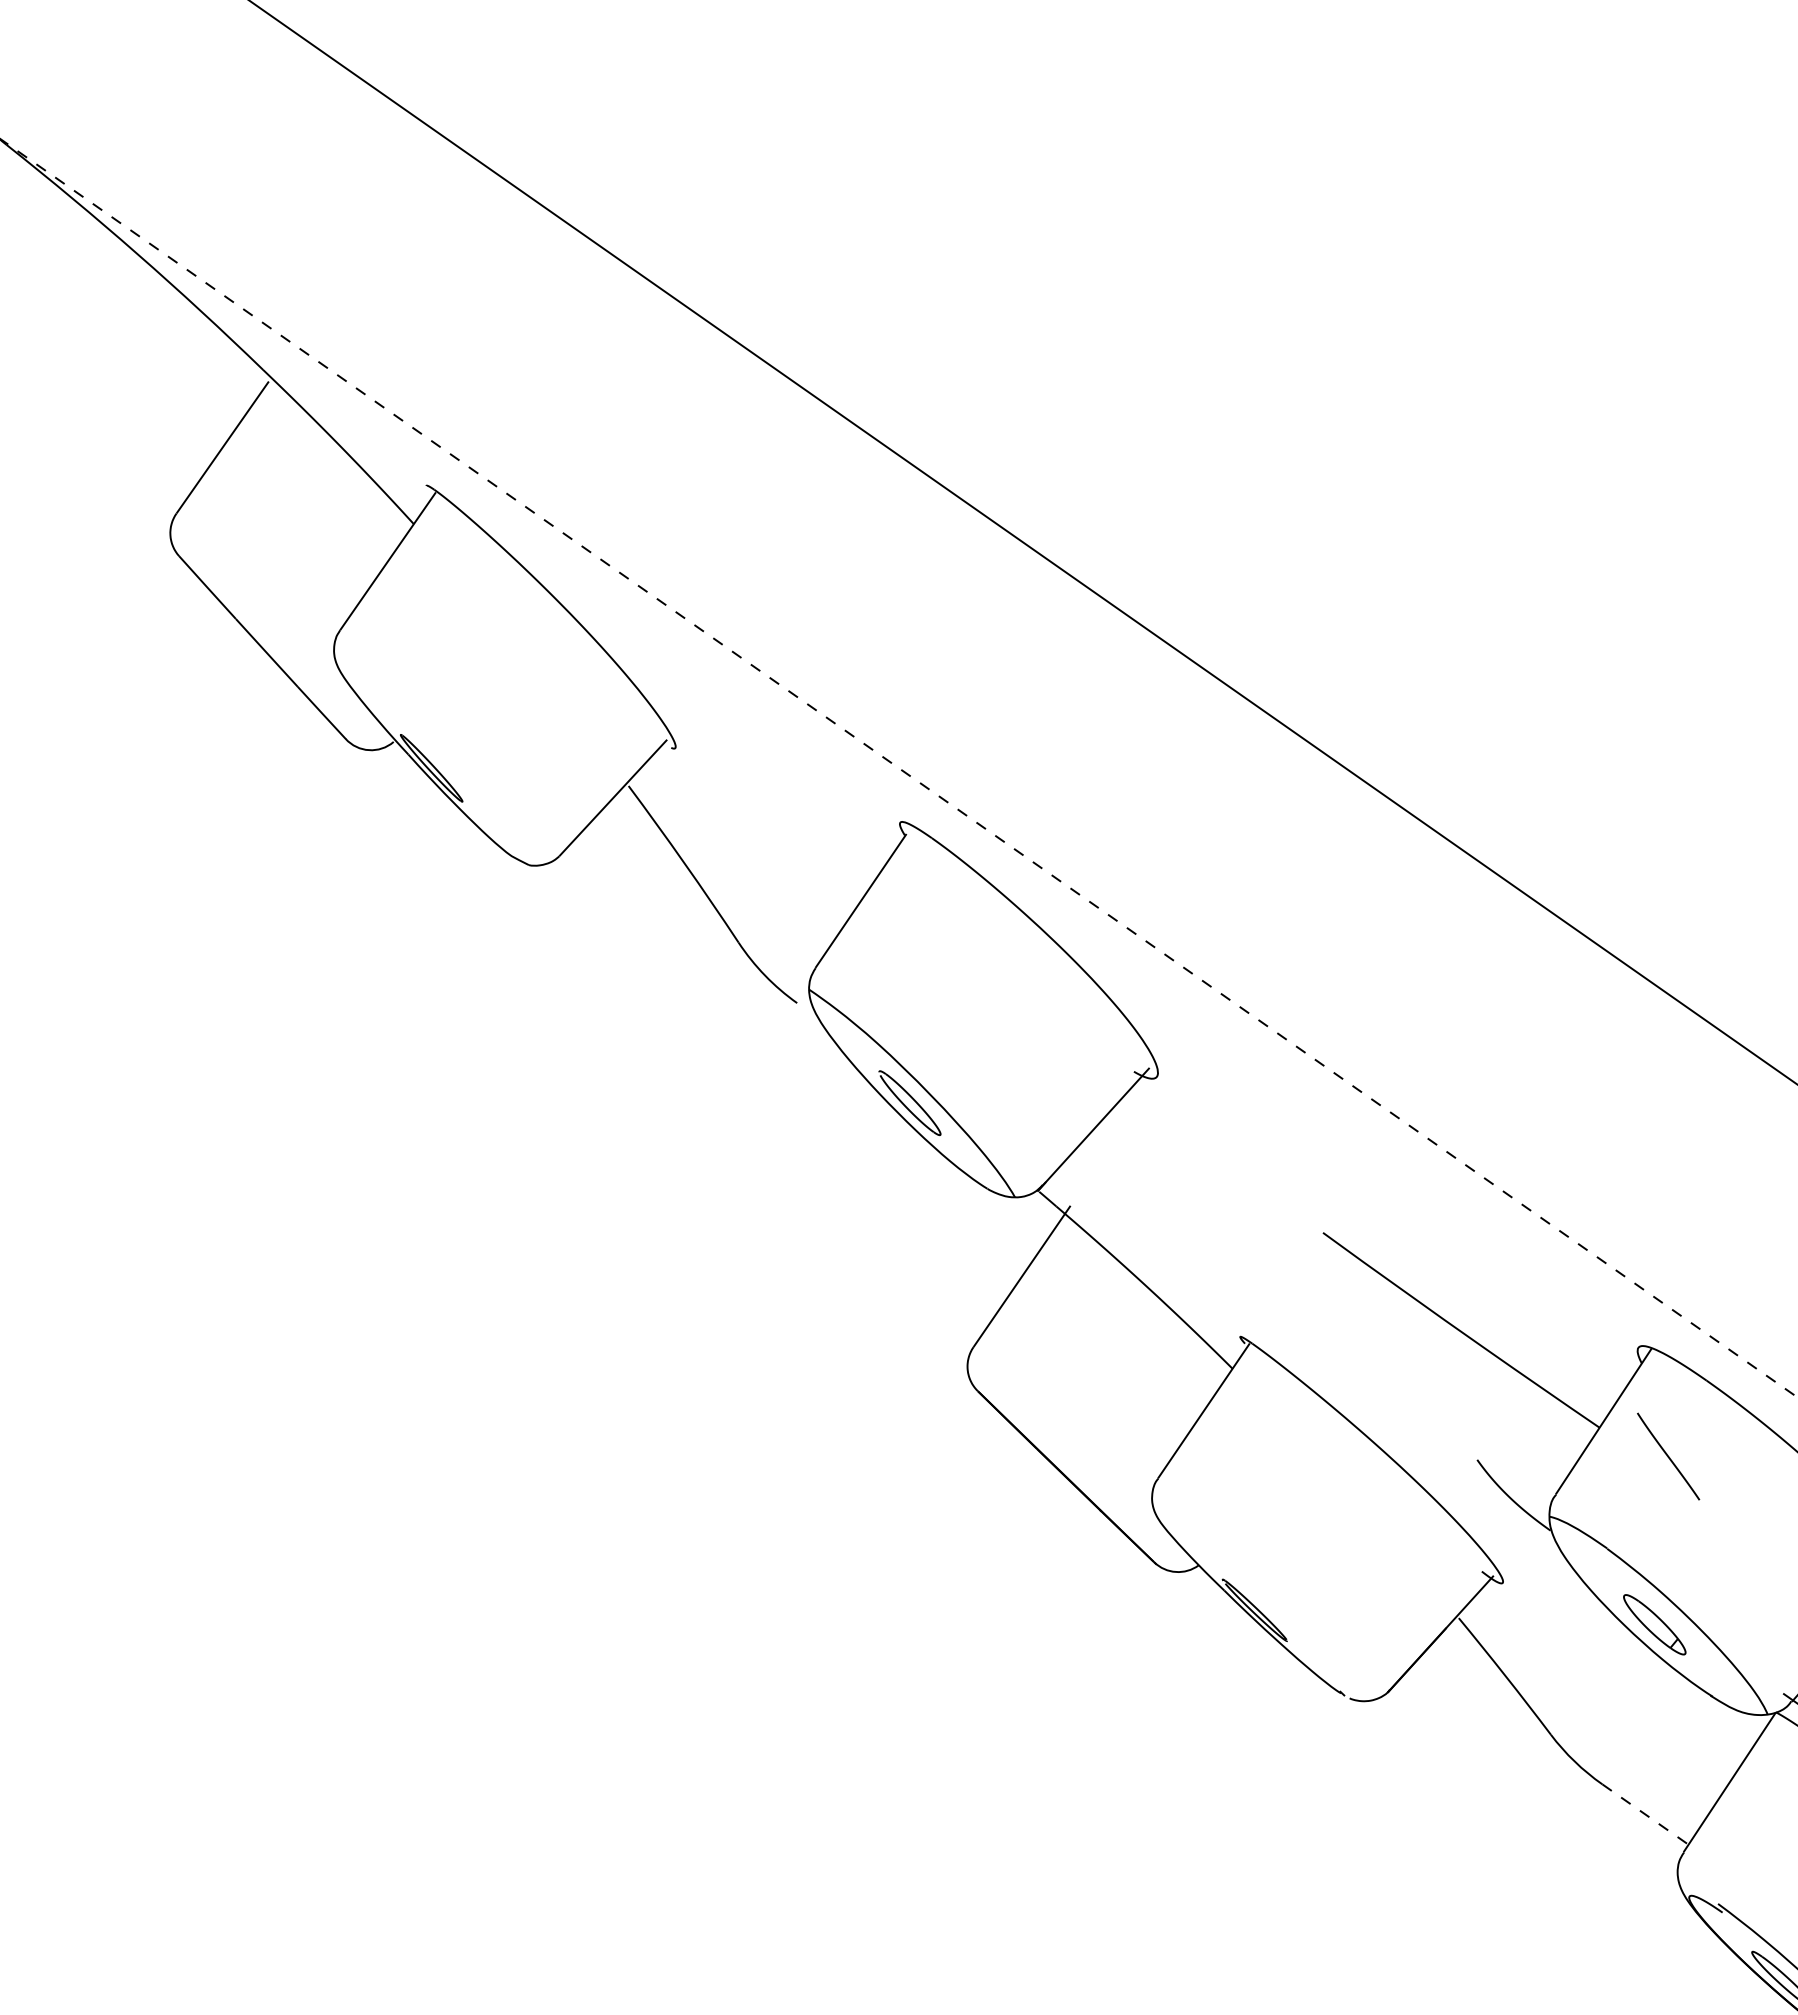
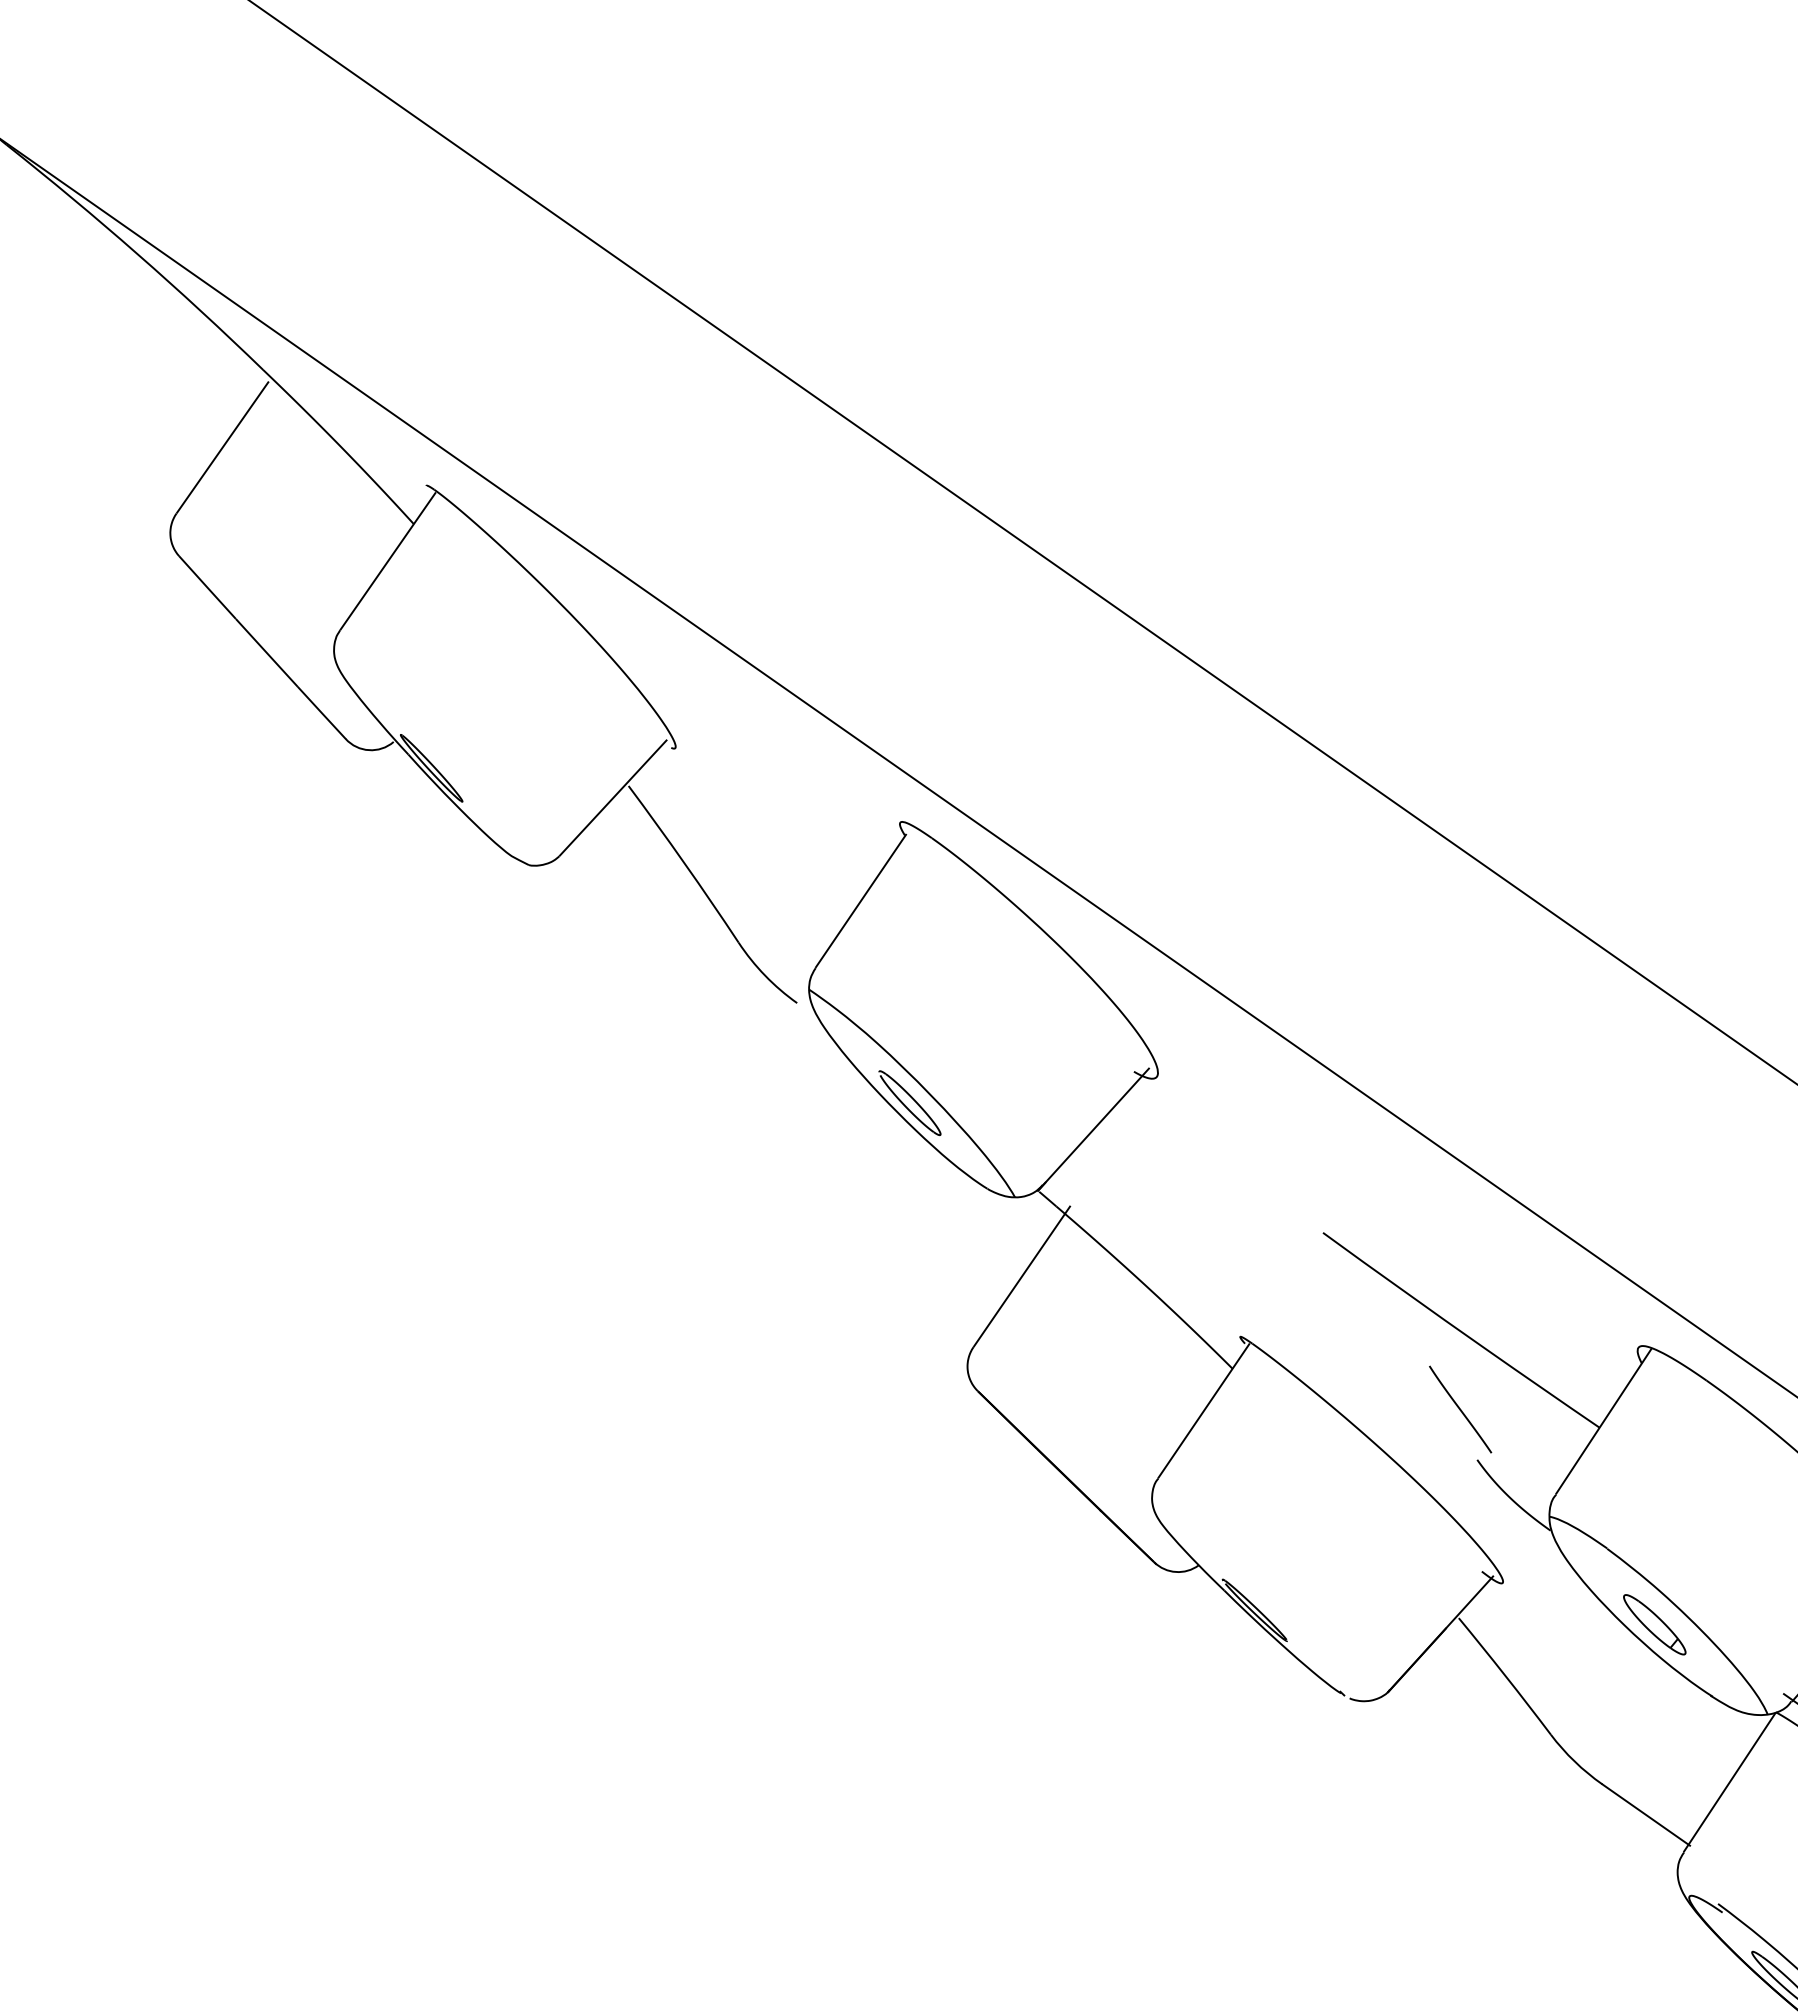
line at (898, 767): dashed -> solid
line at (1668, 1456) position: (1668, 1456) -> (1460, 1409)
line at (1646, 1815): dashed -> solid
